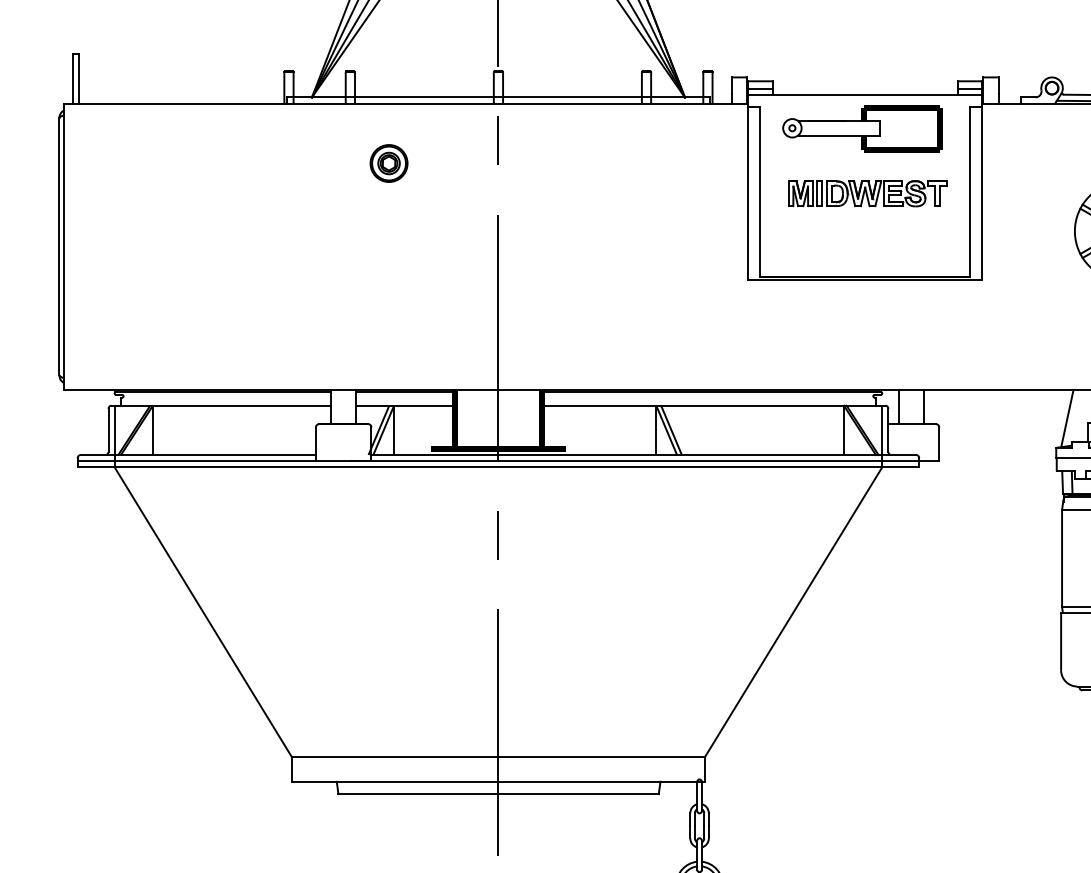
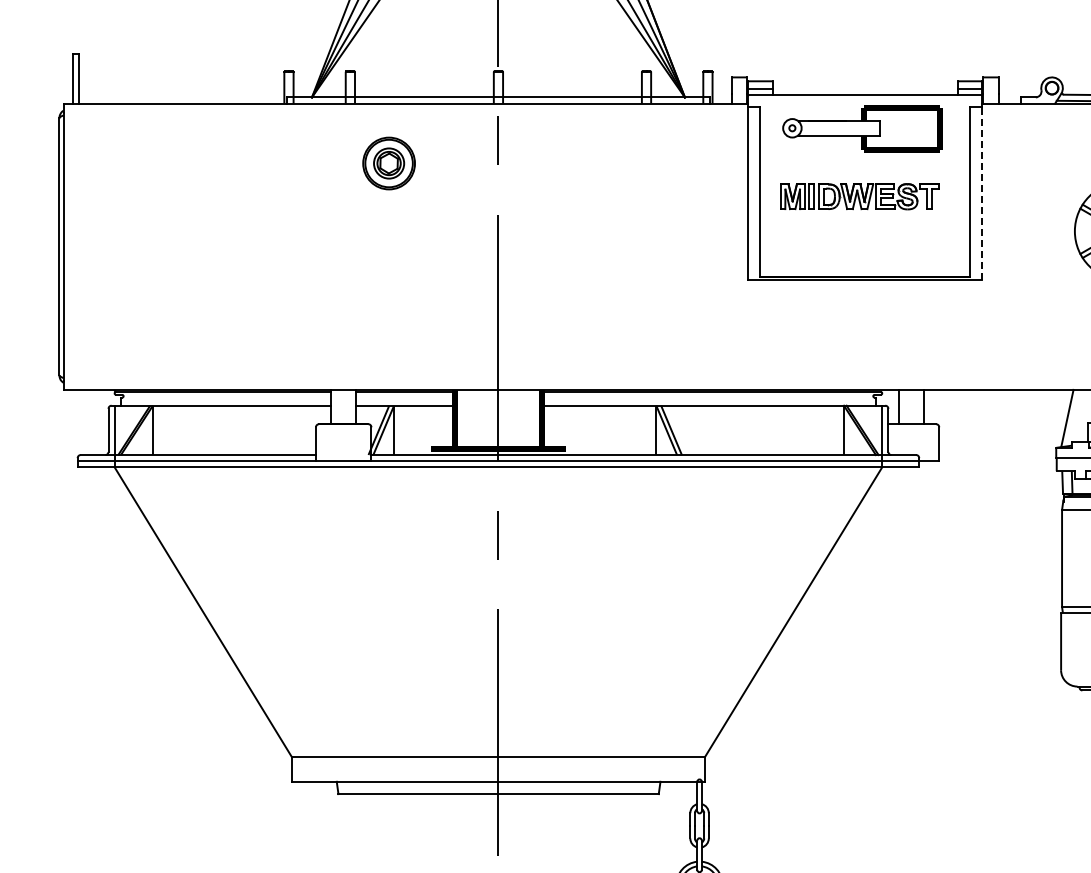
part at (388, 163) size: 40x39 px -> 54x55 px
part at (867, 193) position: (867, 193) -> (859, 196)
line at (982, 193): solid -> dashed
